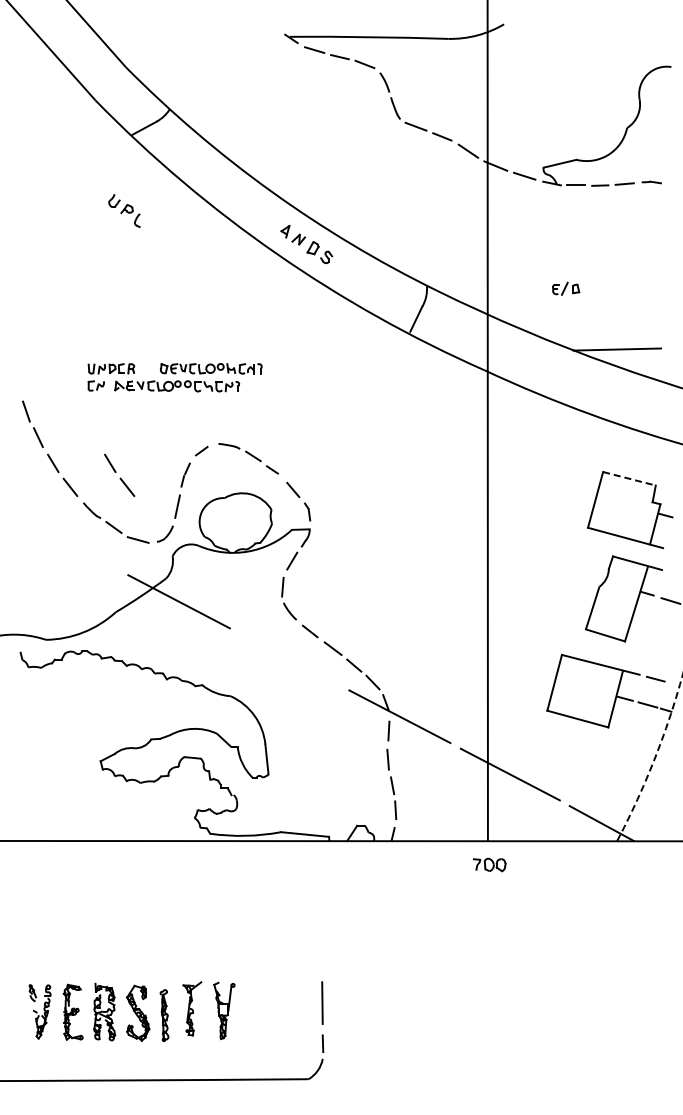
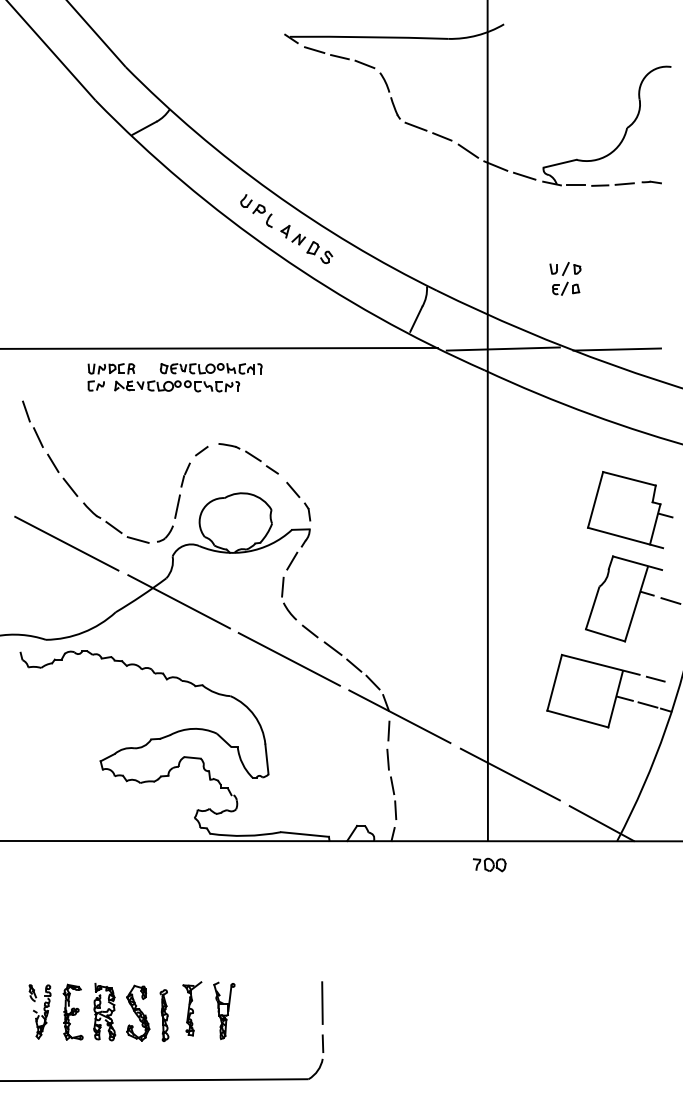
part at (124, 210) position: (124, 210) -> (256, 210)
part at (565, 268): none -> present
line at (219, 347): none -> present
line at (502, 348): none -> present
part at (119, 474): present -> none
line at (629, 478): dashed -> solid
line at (66, 543): none -> present
line at (288, 659): none -> present
arc at (654, 758): dashed -> solid
